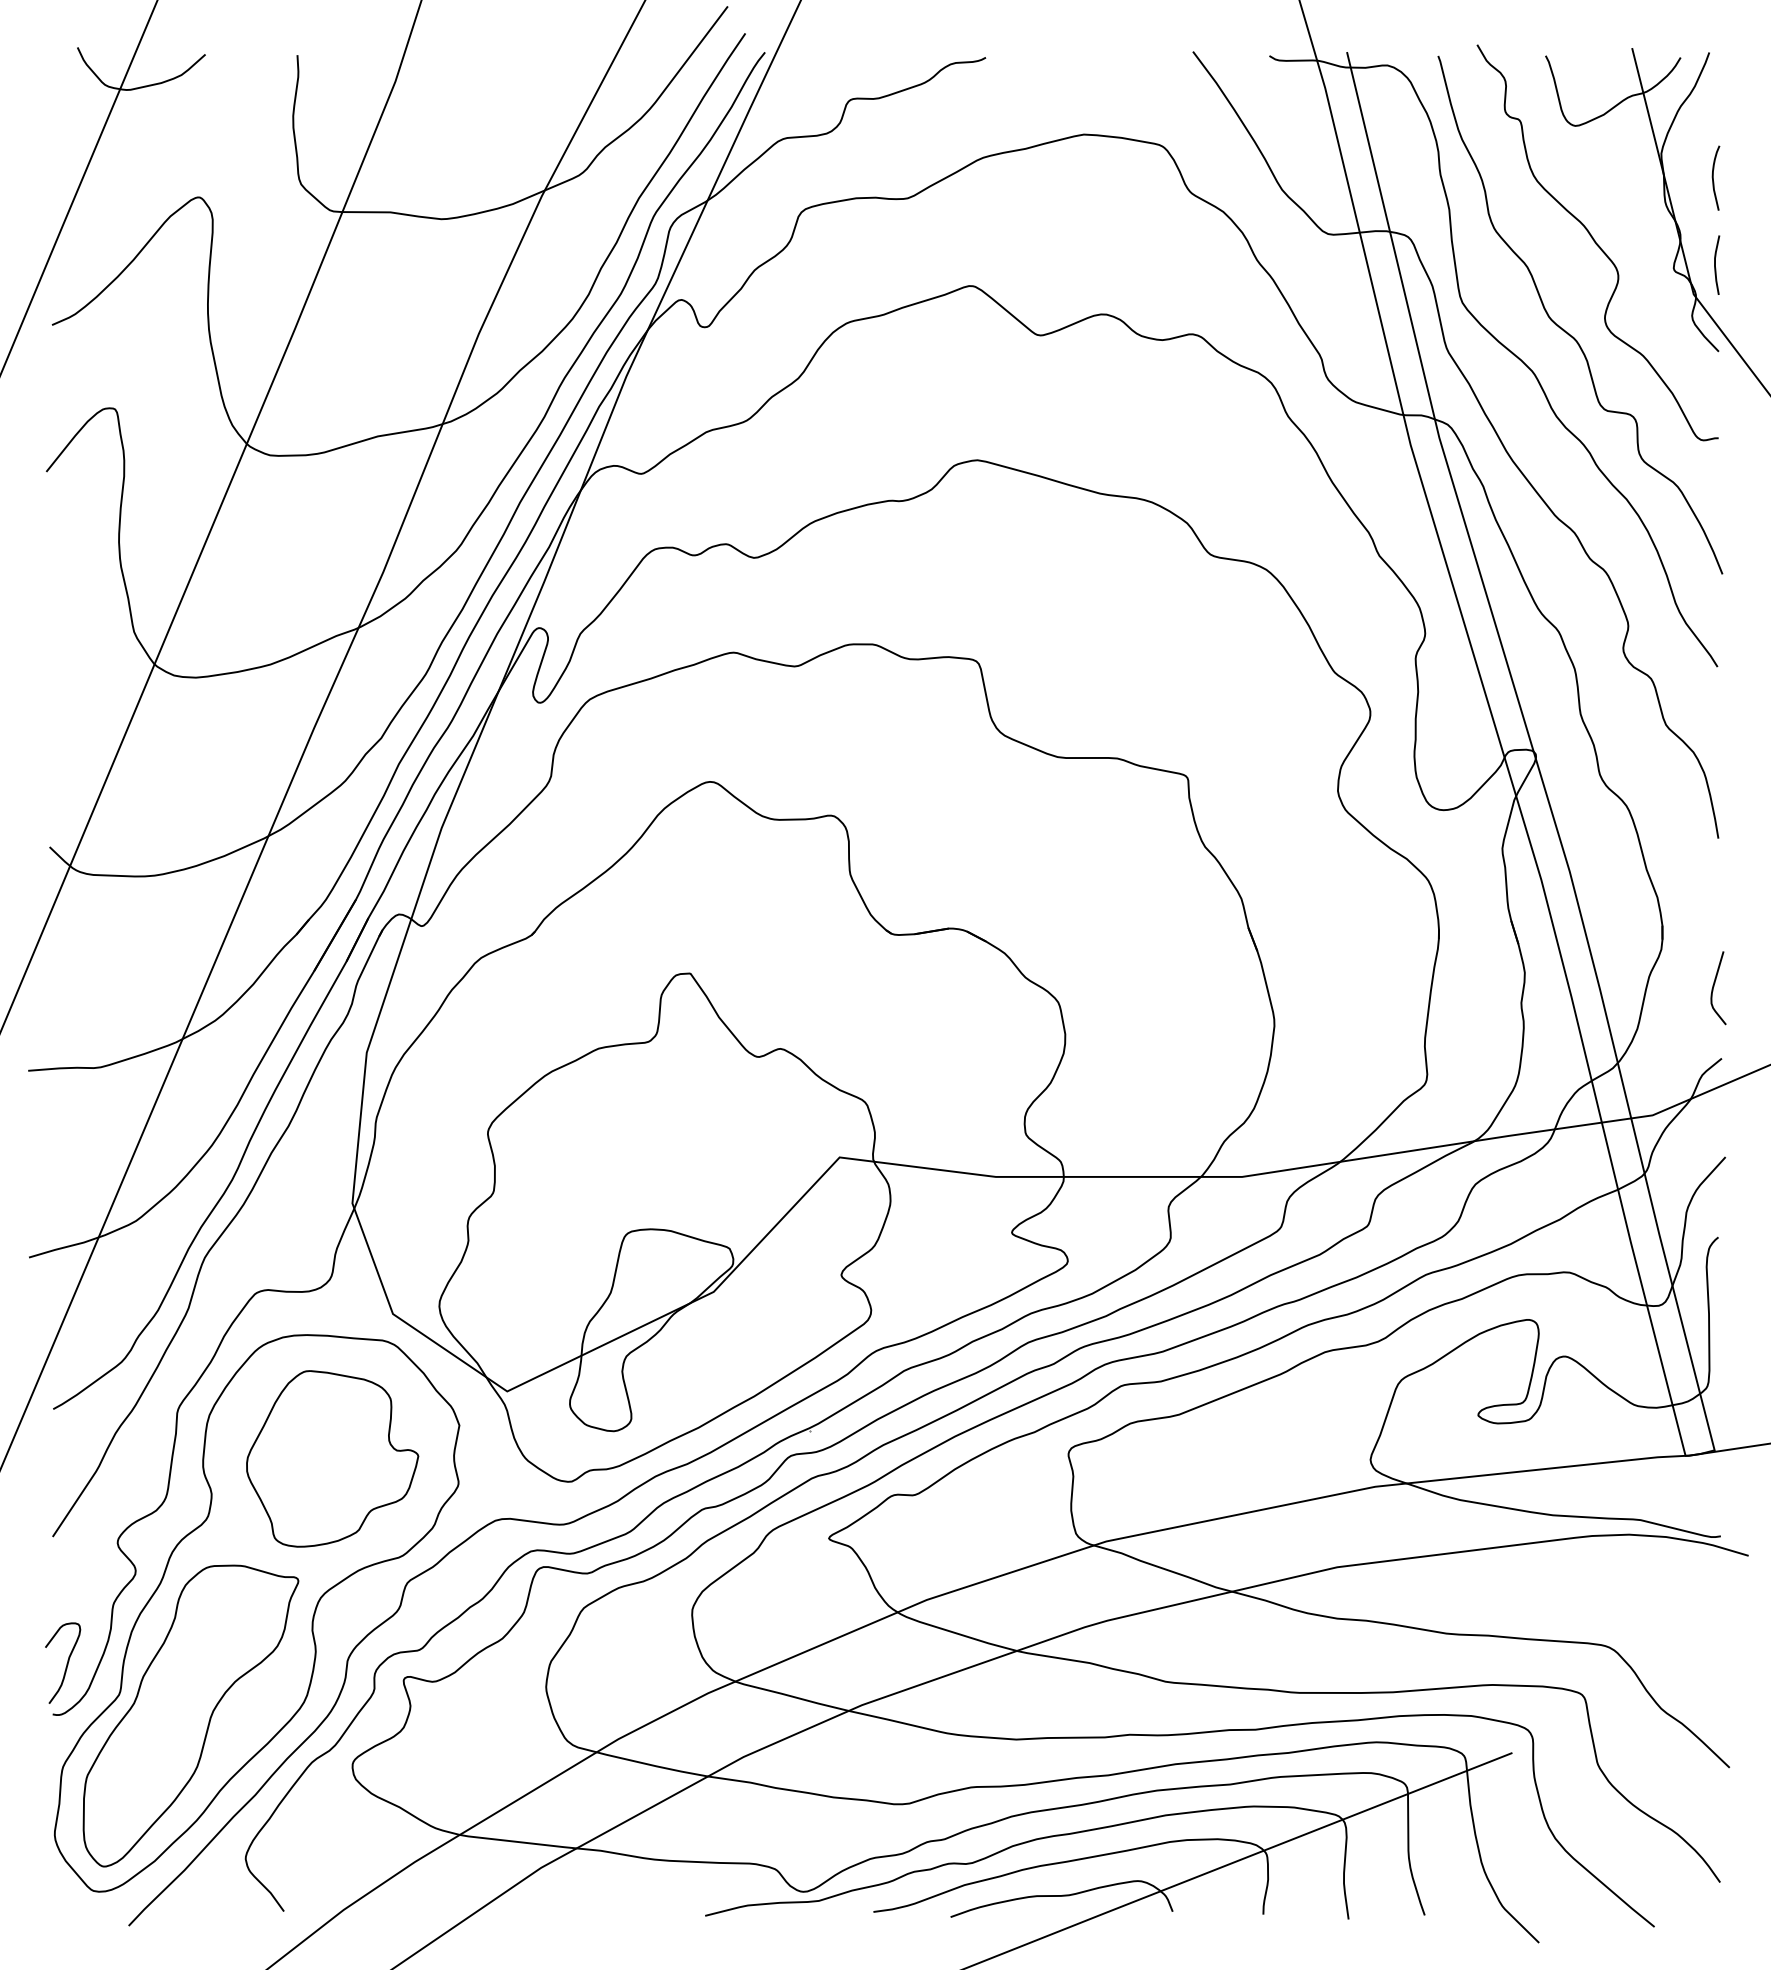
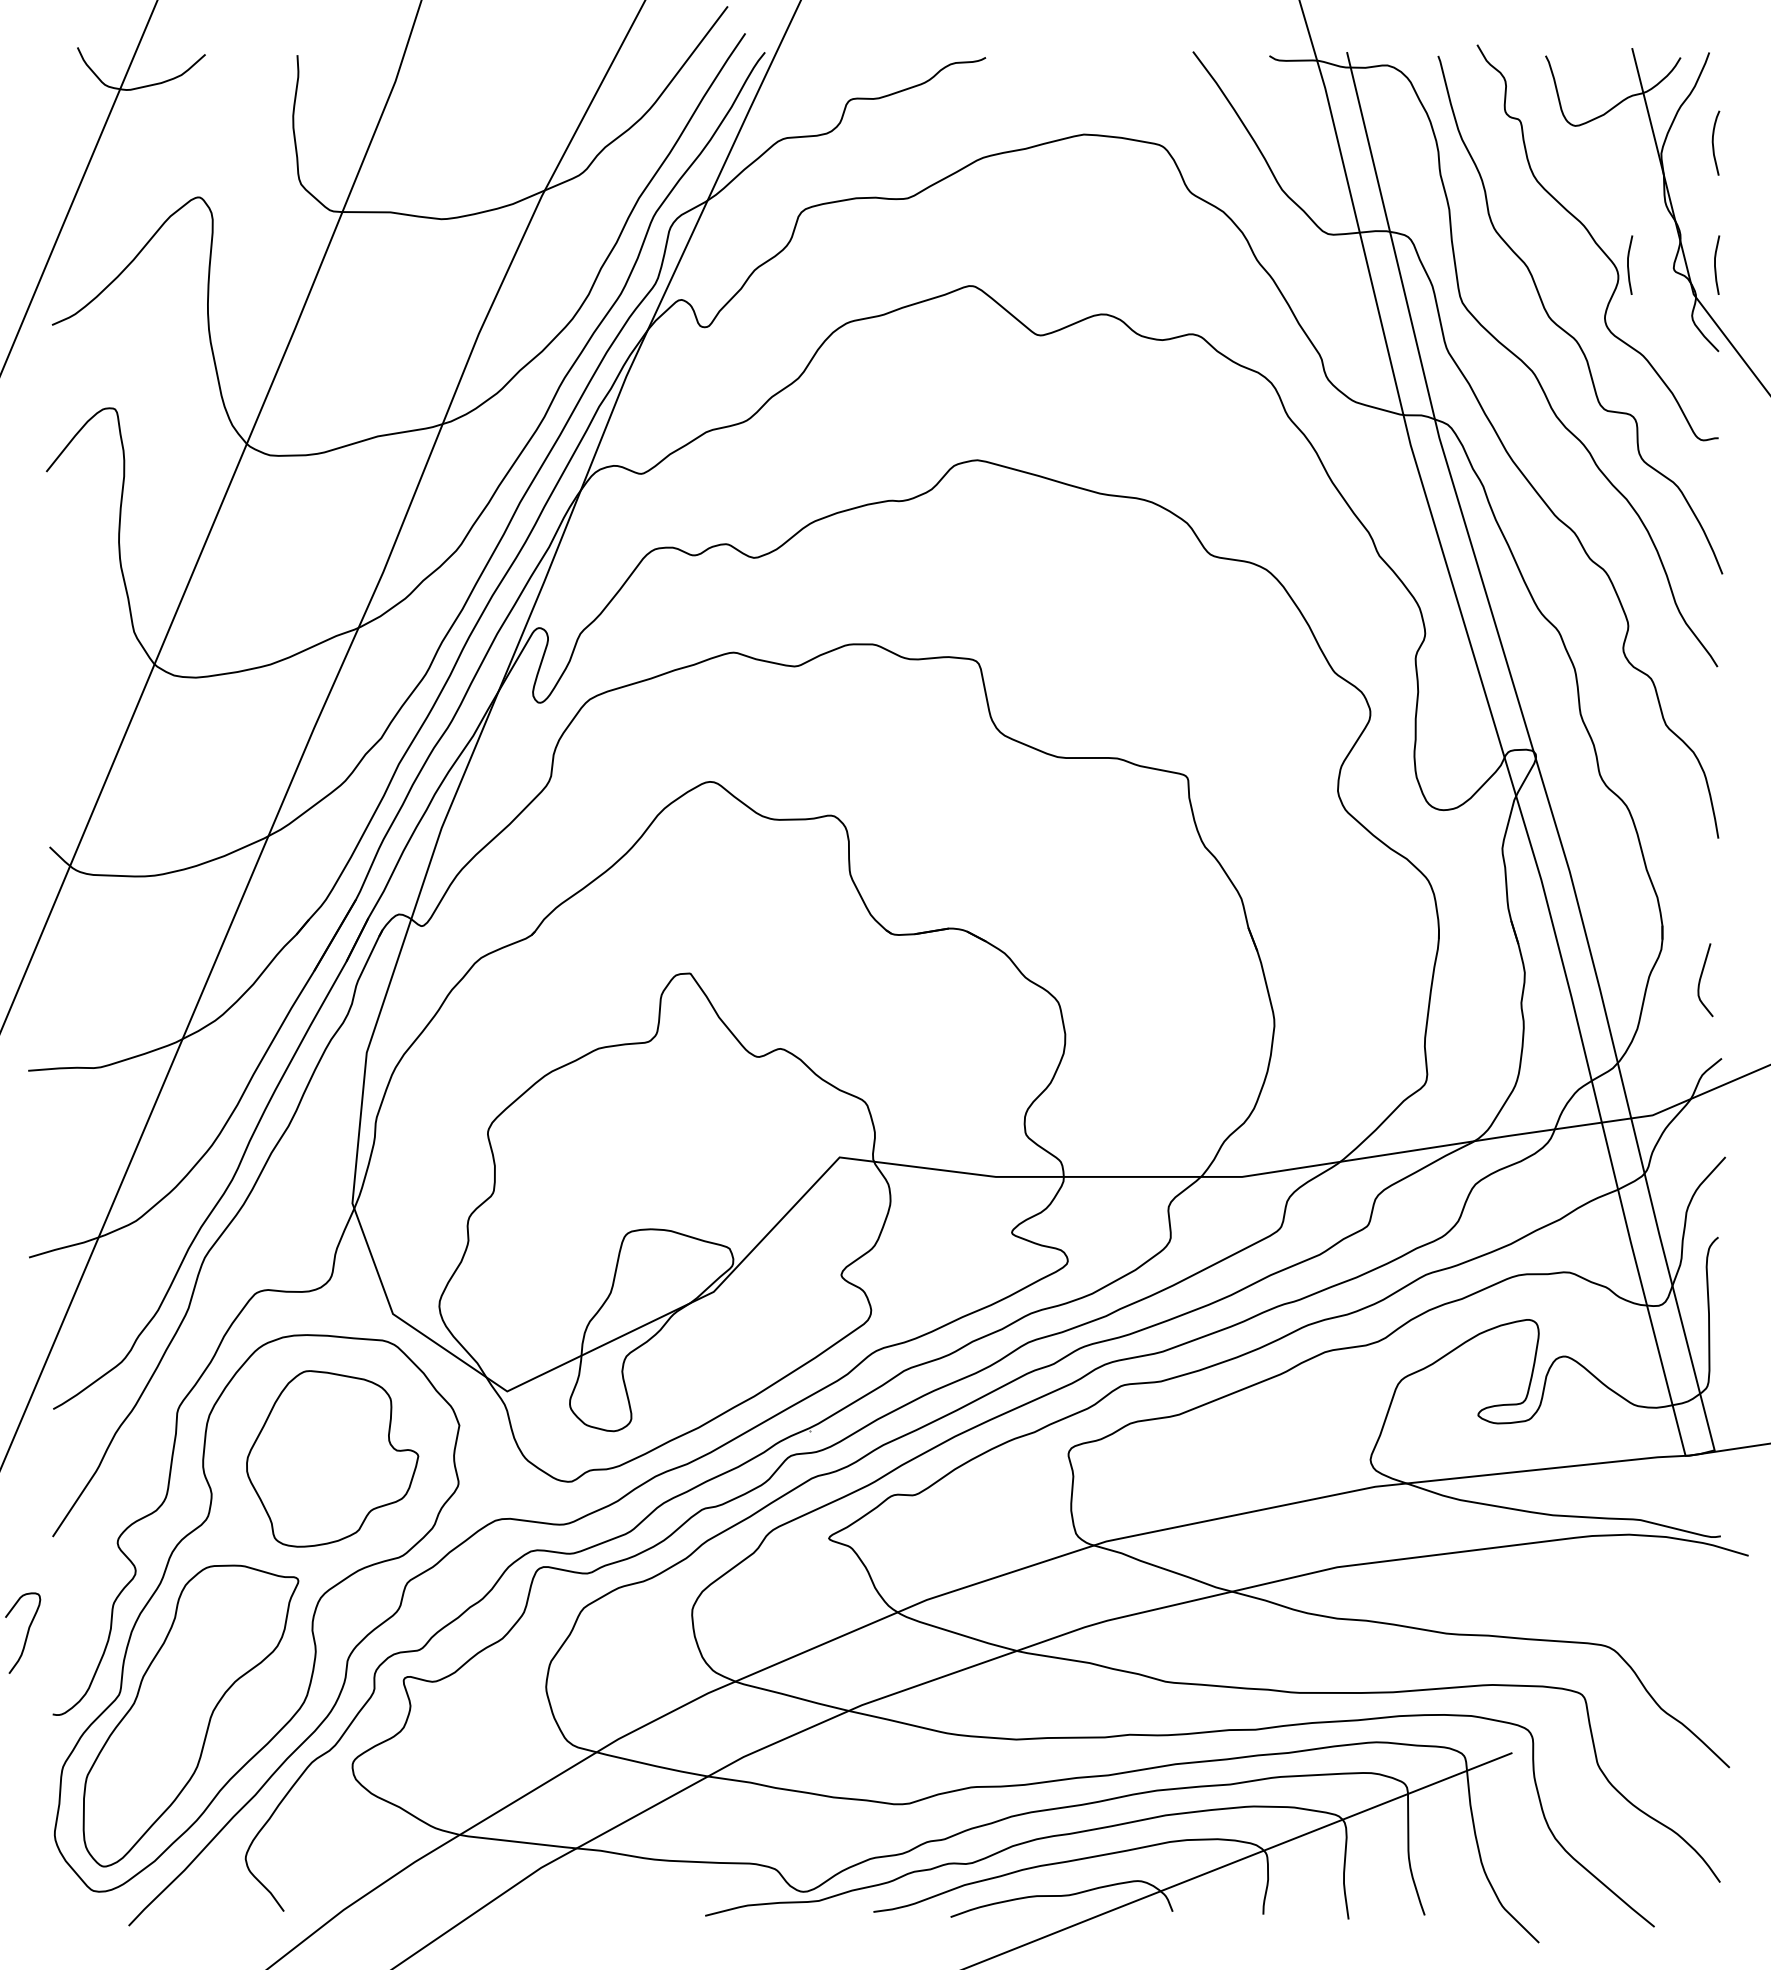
curve at (1713, 177) position: (1713, 177) -> (1713, 142)
curve at (1628, 264): none -> present
curve at (1714, 986) position: (1714, 986) -> (1701, 978)
curve at (66, 1663) position: (66, 1663) -> (26, 1633)
